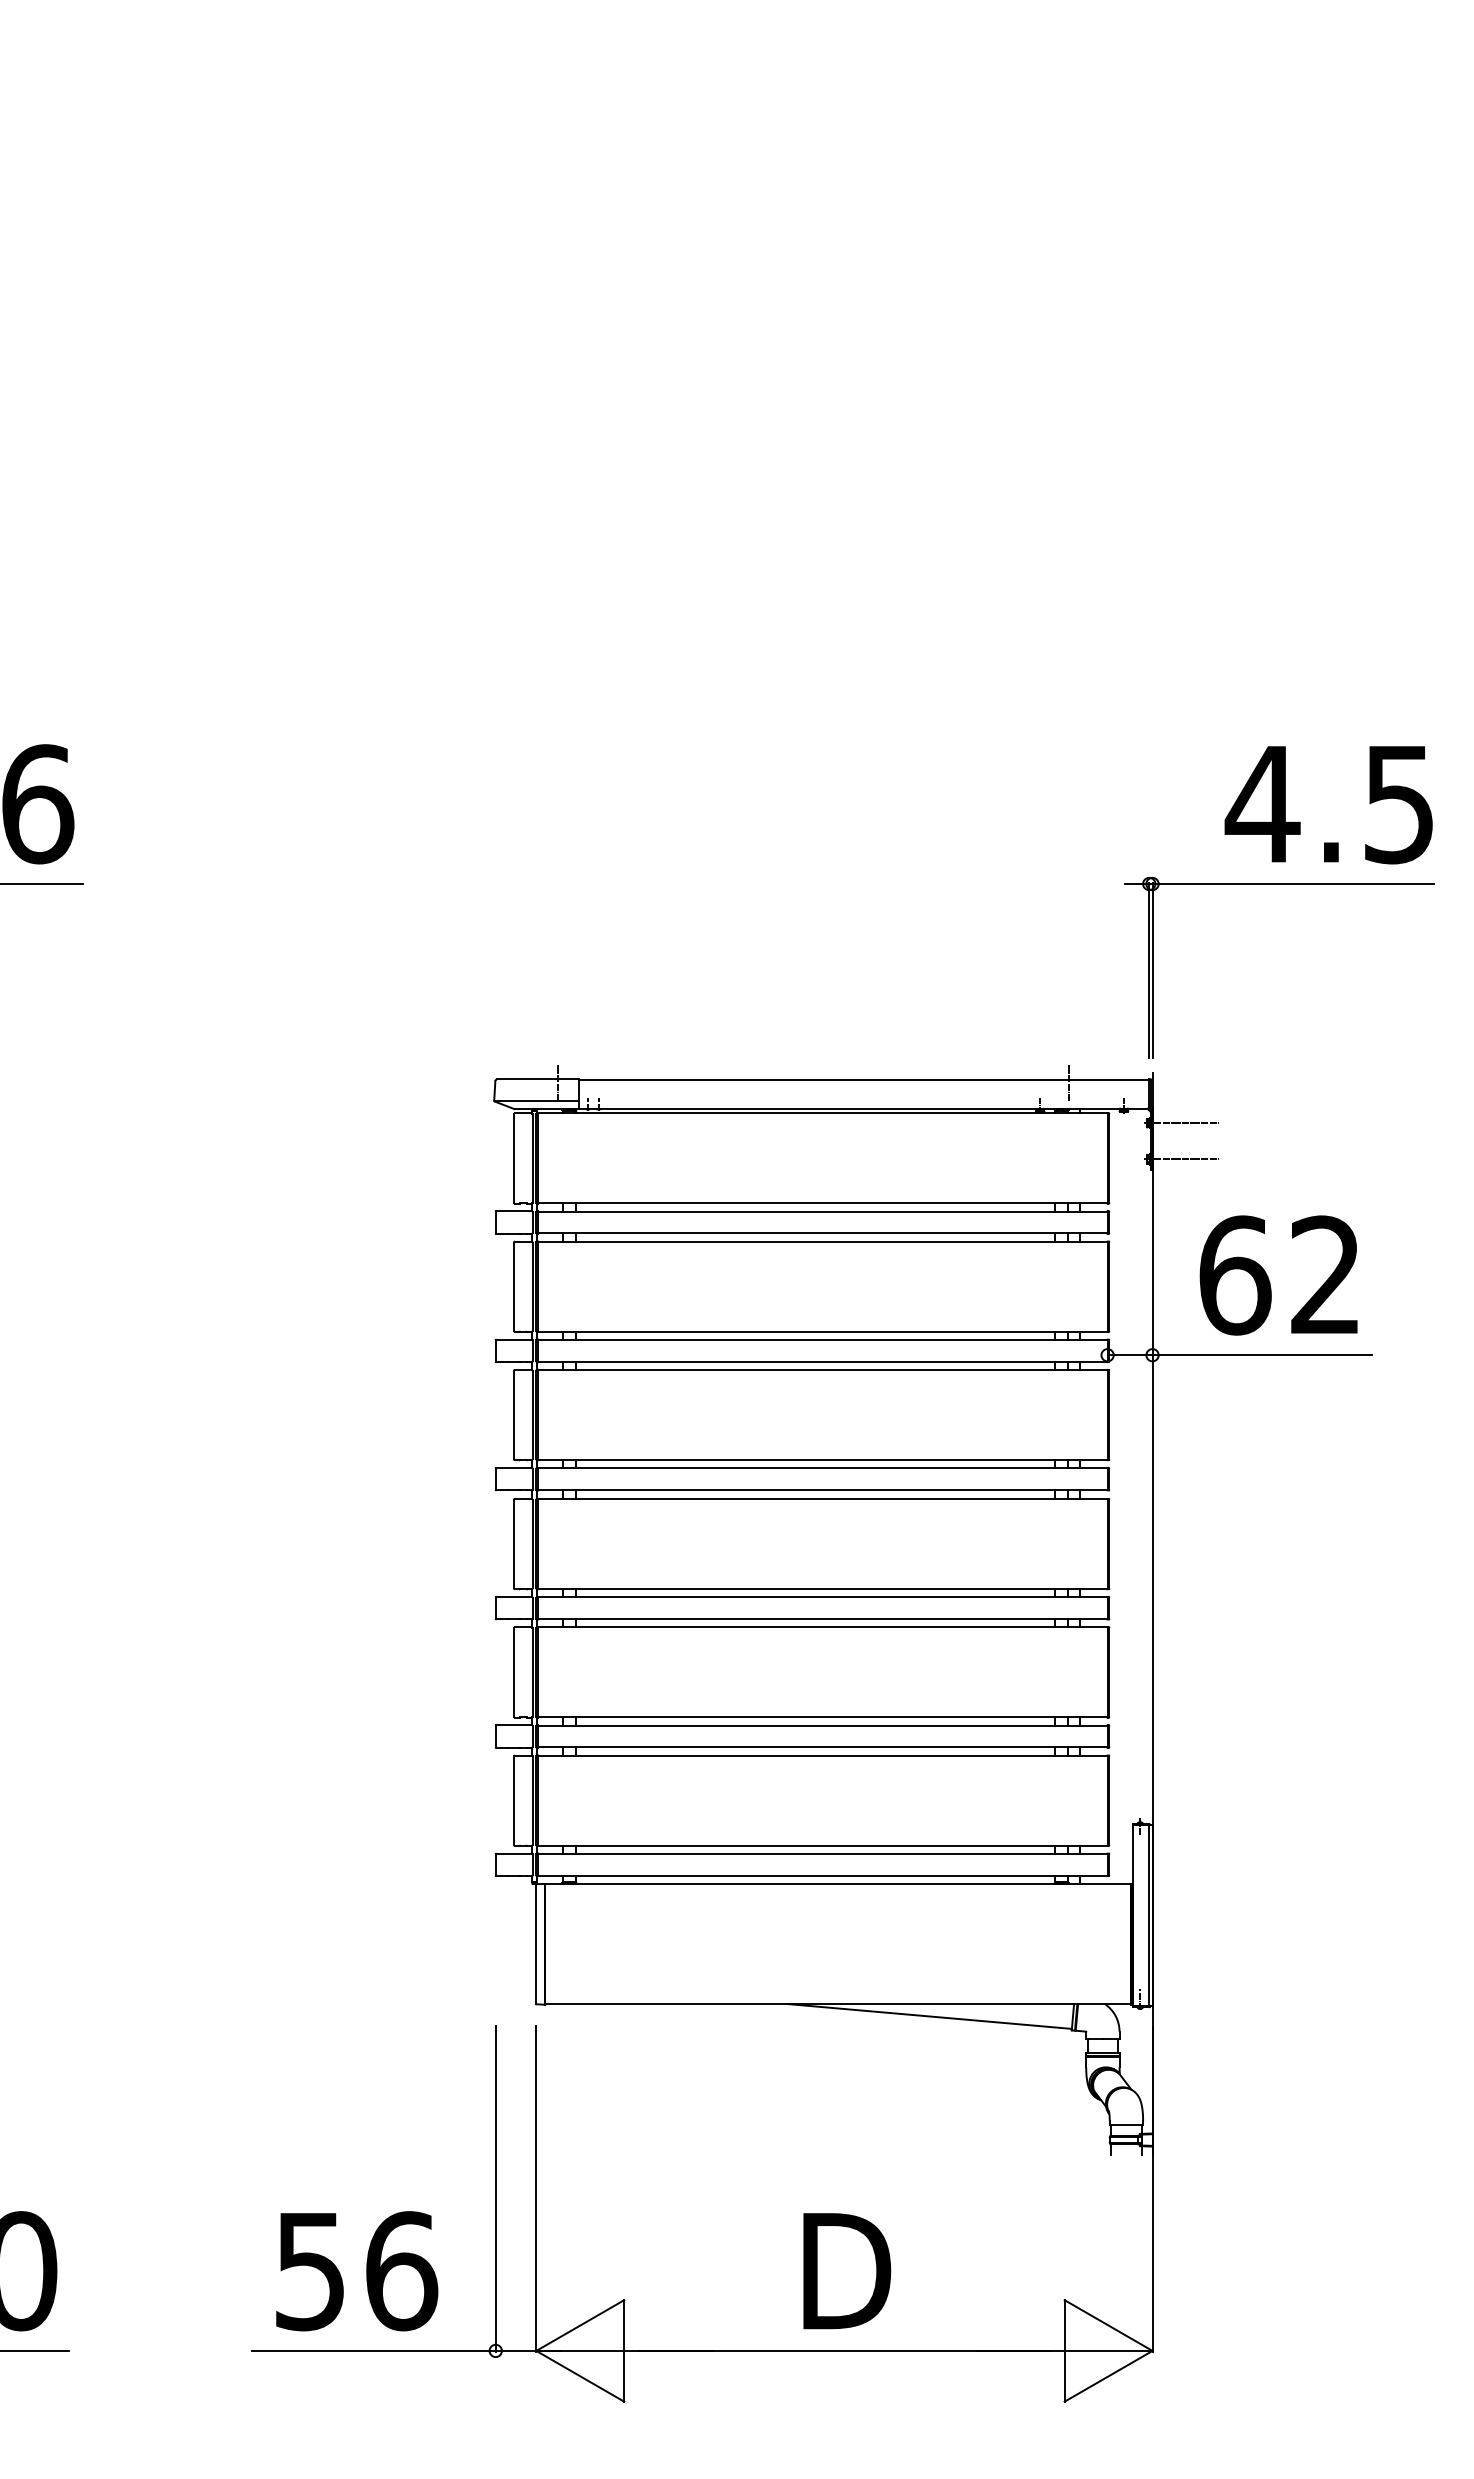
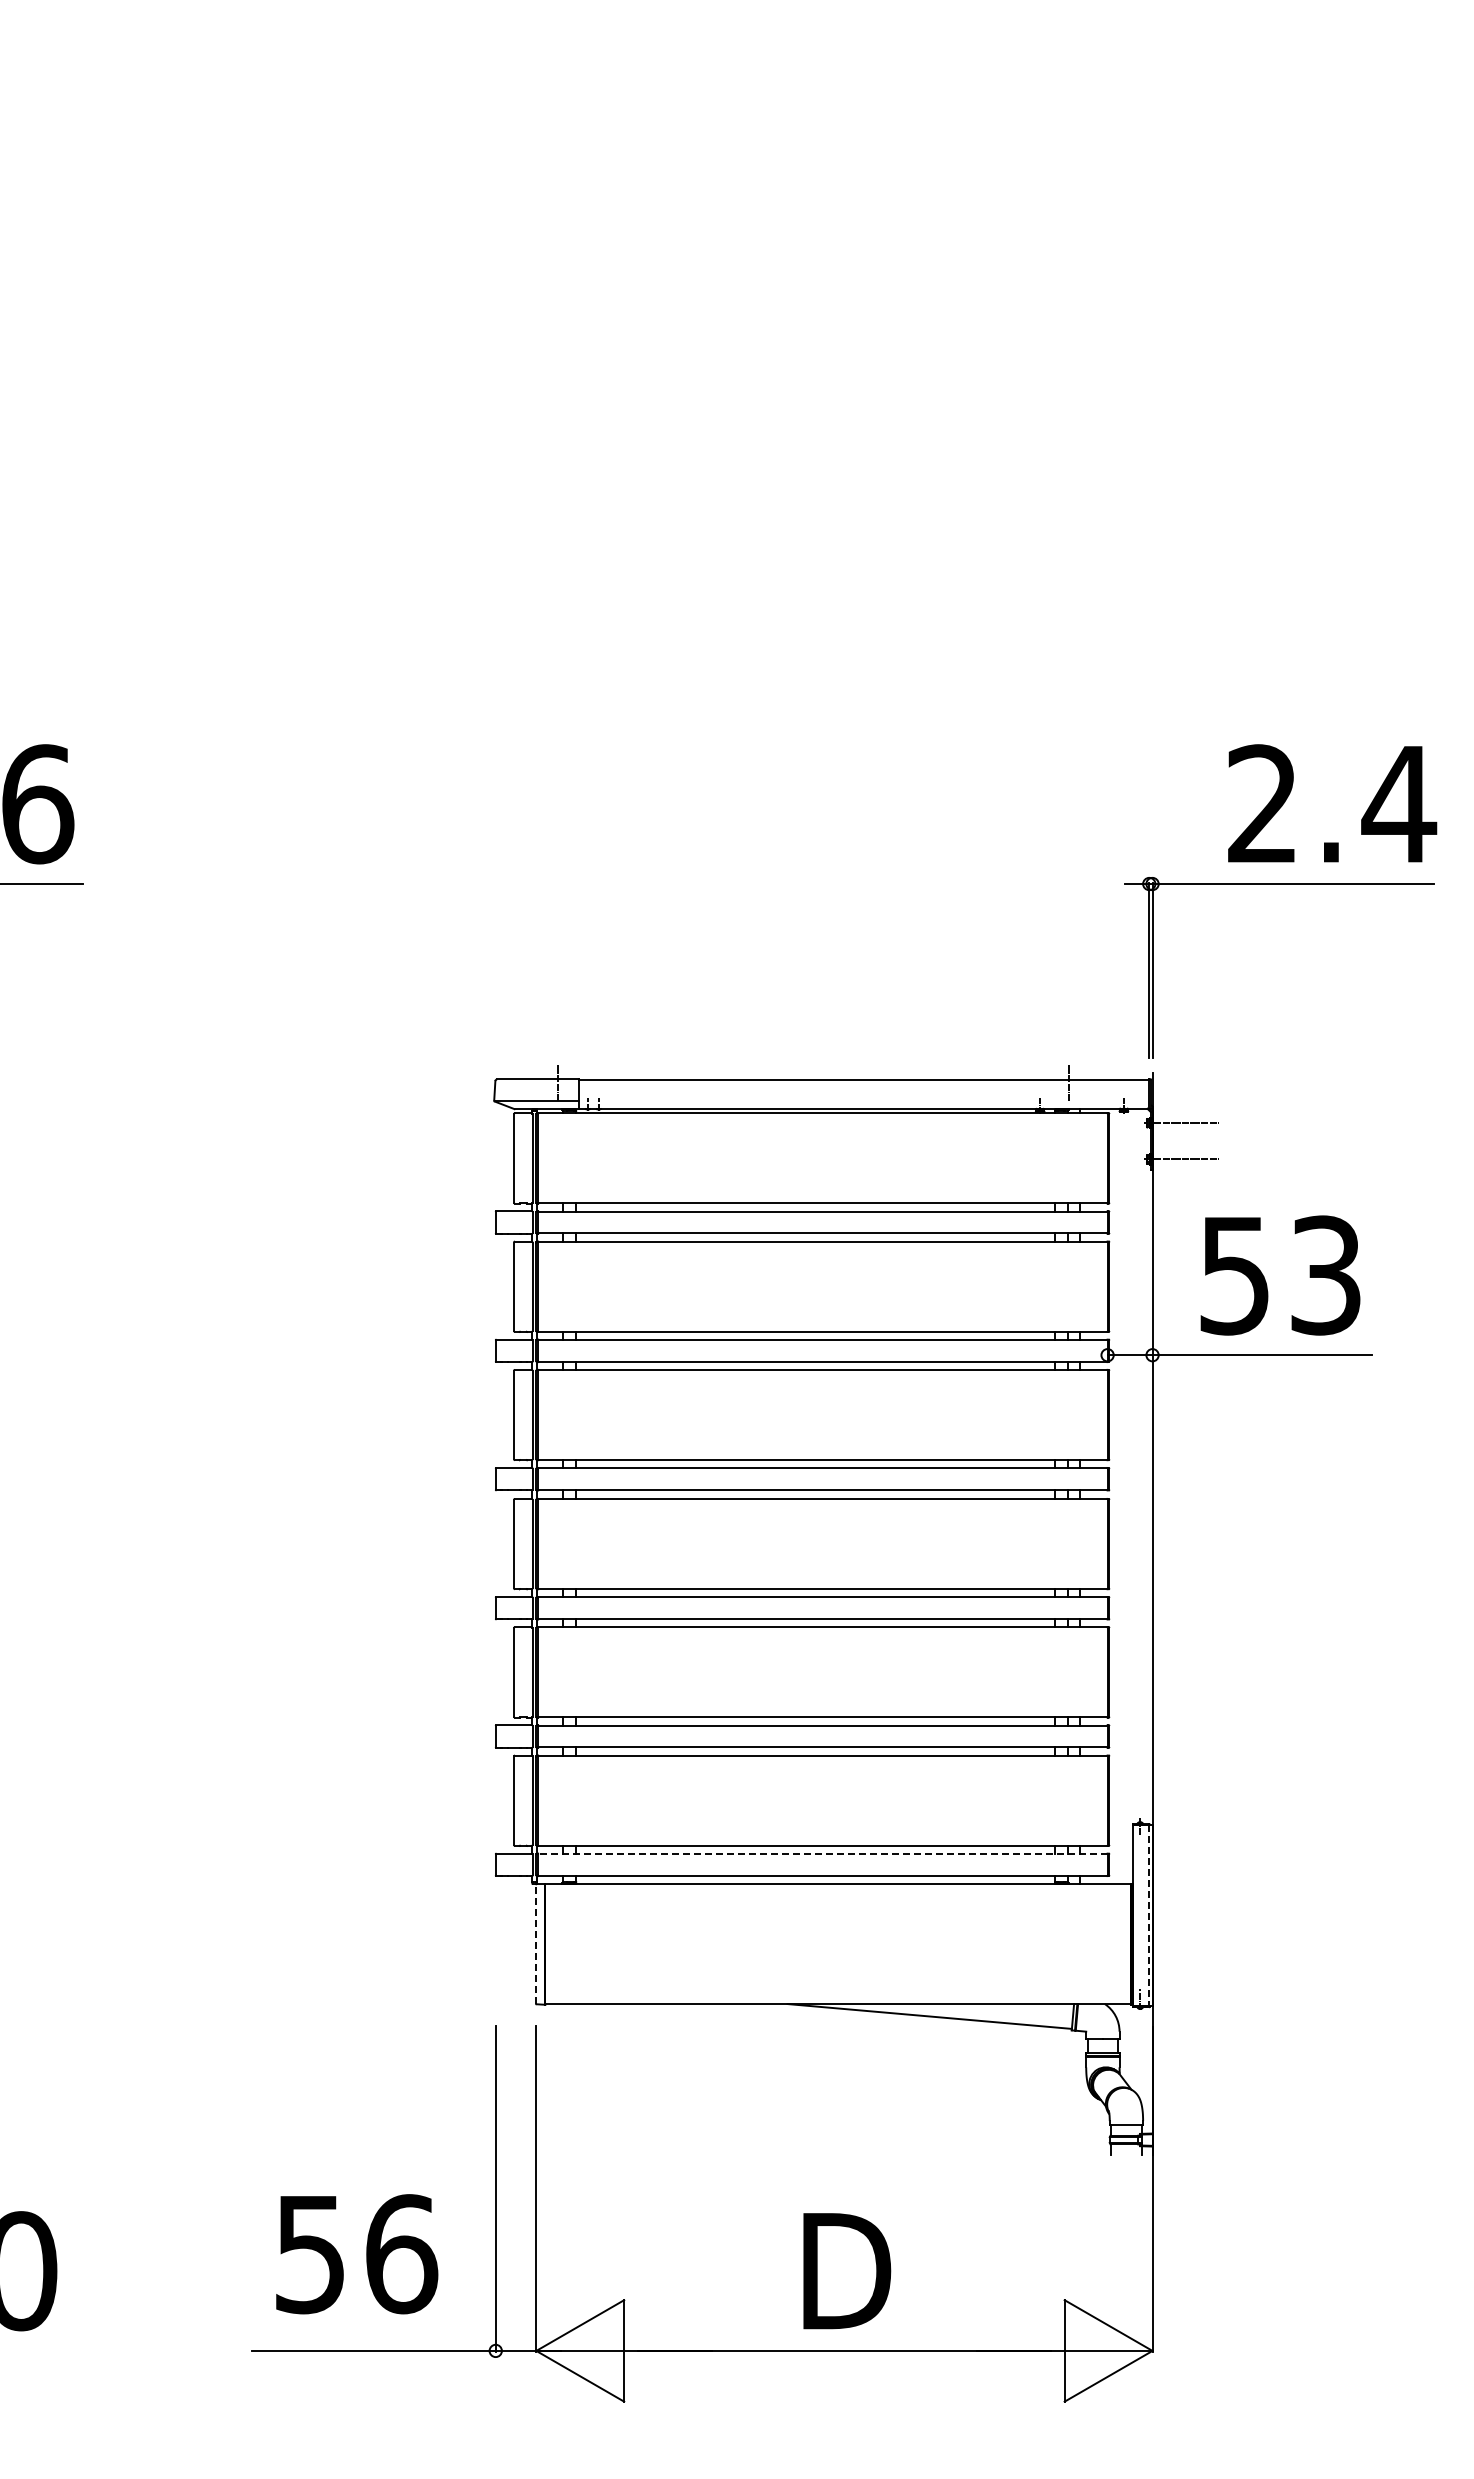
text at (1330, 804): 4.5 -> 2.4
text at (1279, 1275): 62 -> 53
line at (822, 1853): solid -> dashed
line at (1148, 1915): solid -> dashed
line at (535, 1943): solid -> dashed
text at (357, 2271) position: (357, 2271) -> (357, 2254)
line at (35, 2350): present -> none
